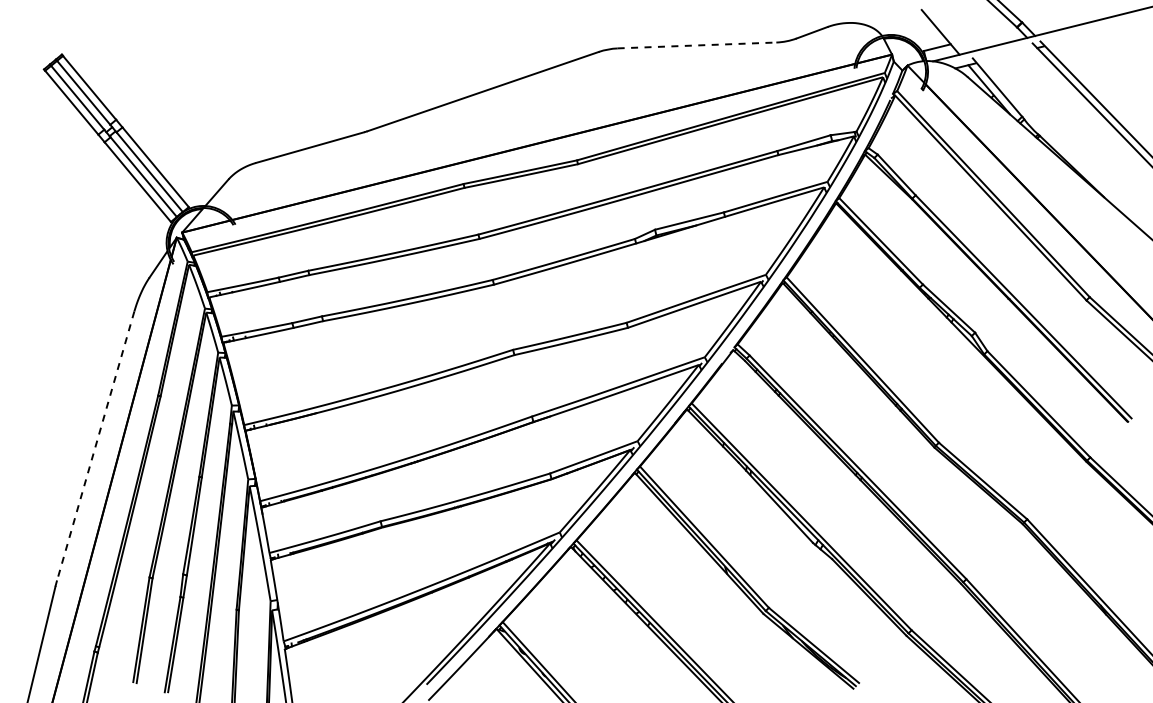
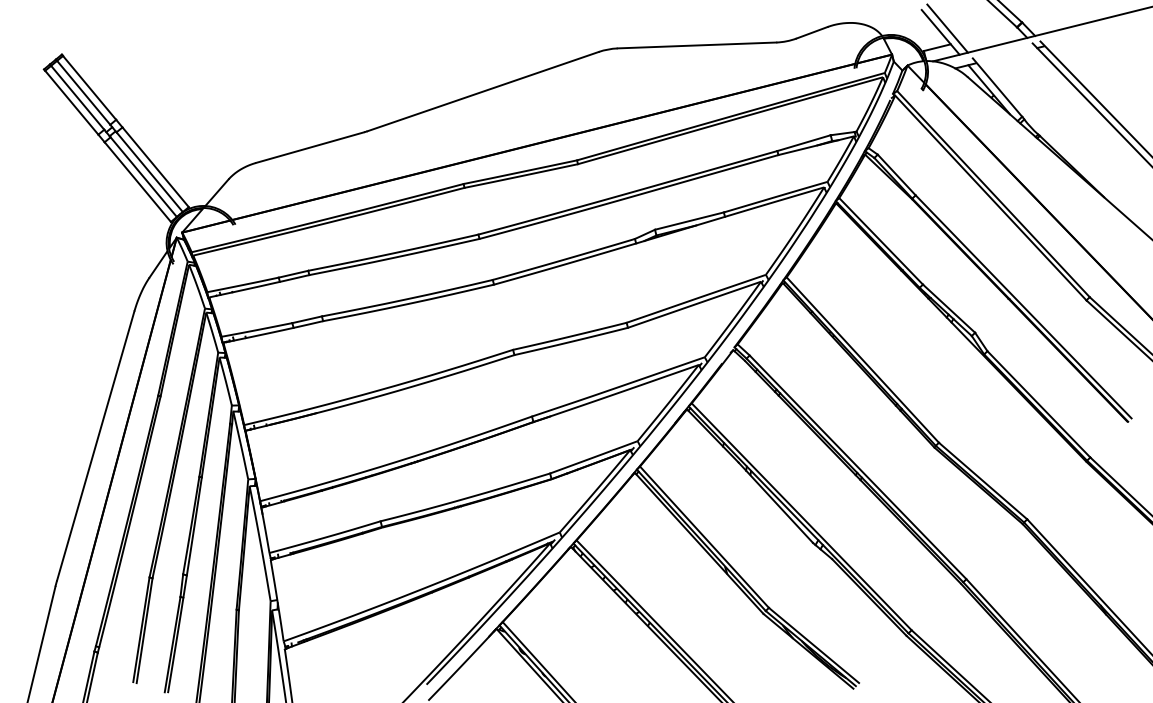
line at (947, 28): none -> present
line at (697, 45): dashed -> solid
line at (95, 445): dashed -> solid
